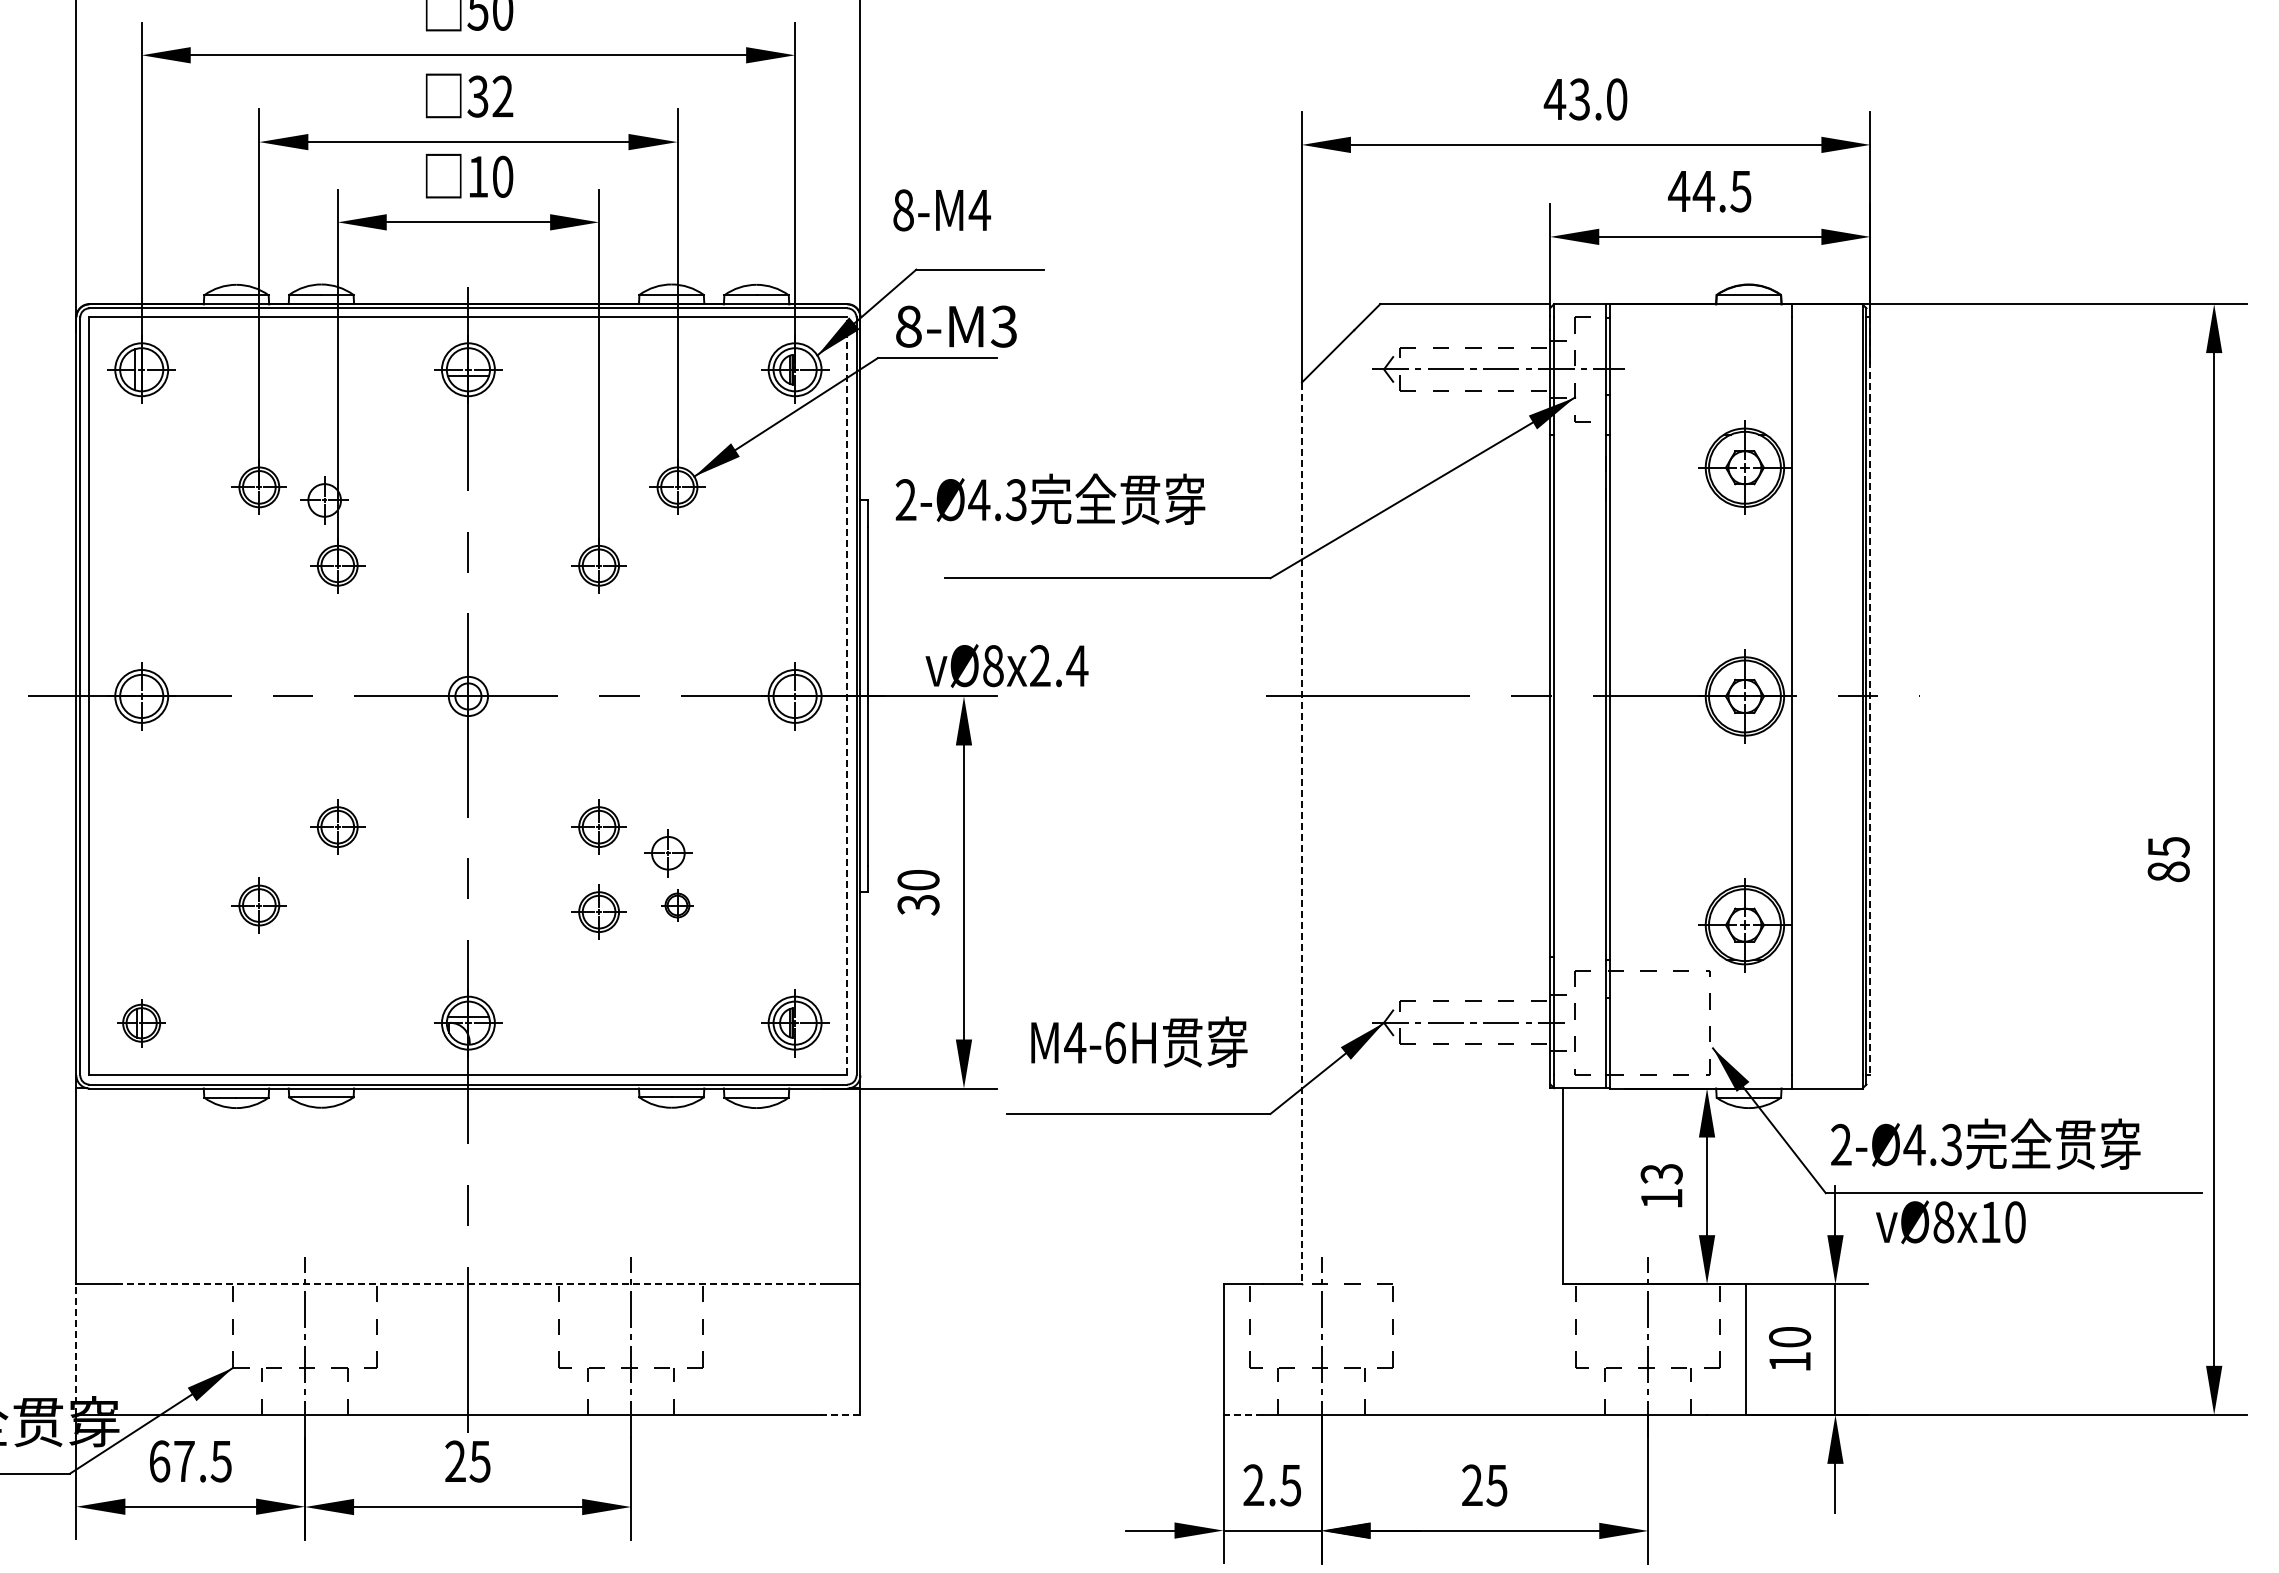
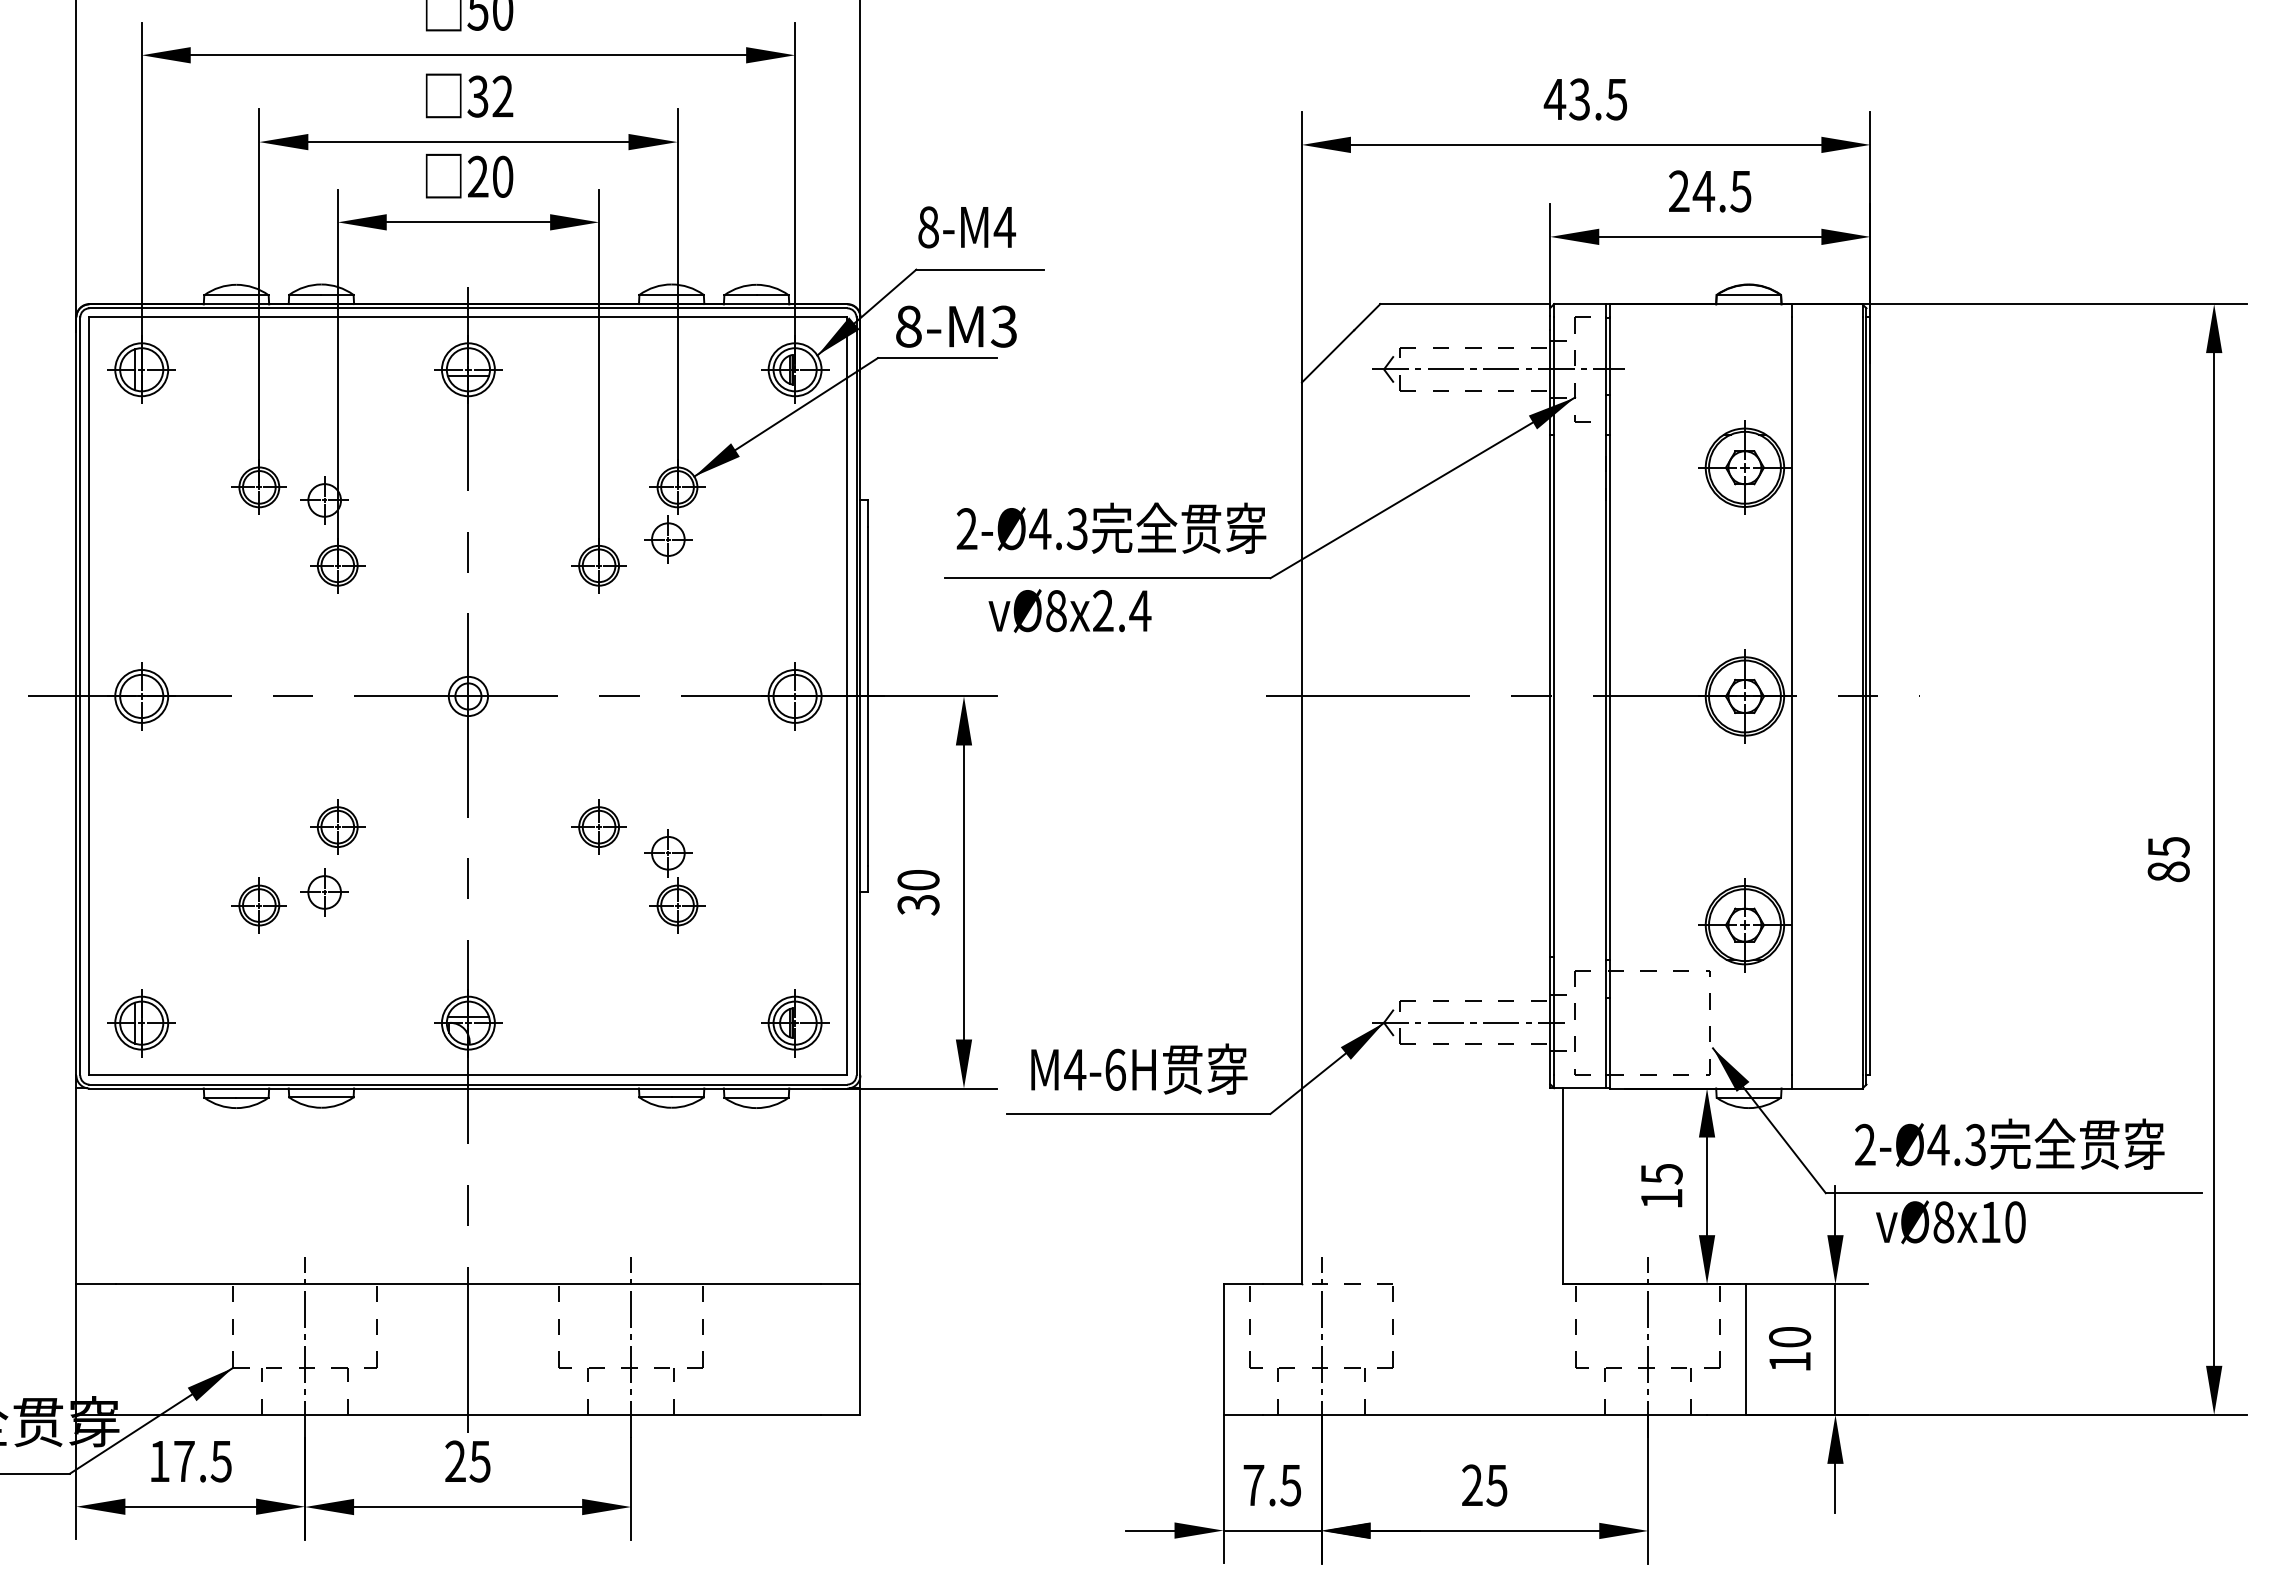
text at (1616, 99): 43.0 -> 43.5
text at (478, 176): 10 -> 20
text at (1679, 190): 44.5 -> 24.5
text at (941, 210) position: (941, 210) -> (966, 227)
text at (1050, 498) position: (1050, 498) -> (1111, 527)
part at (668, 539): none -> present
text at (1006, 665) position: (1006, 665) -> (1069, 610)
line at (847, 696): dashed -> solid
line at (1870, 696): dashed -> solid
line at (1301, 833): dashed -> solid
part at (324, 892): none -> present
part at (677, 905) size: 33x33 px -> 57x57 px
part at (598, 911): present -> none
part at (141, 1023) size: 49x49 px -> 69x69 px
text at (1139, 1041) position: (1139, 1041) -> (1139, 1068)
text at (1985, 1143) position: (1985, 1143) -> (2009, 1143)
text at (1661, 1174): 13 -> 15
line at (468, 1284): dashed -> solid
line at (76, 1349): dashed -> solid
line at (840, 1414): dashed -> solid
line at (1243, 1414): dashed -> solid
text at (160, 1461): 67.5 -> 17.5
text at (1253, 1484): 2.5 -> 7.5
